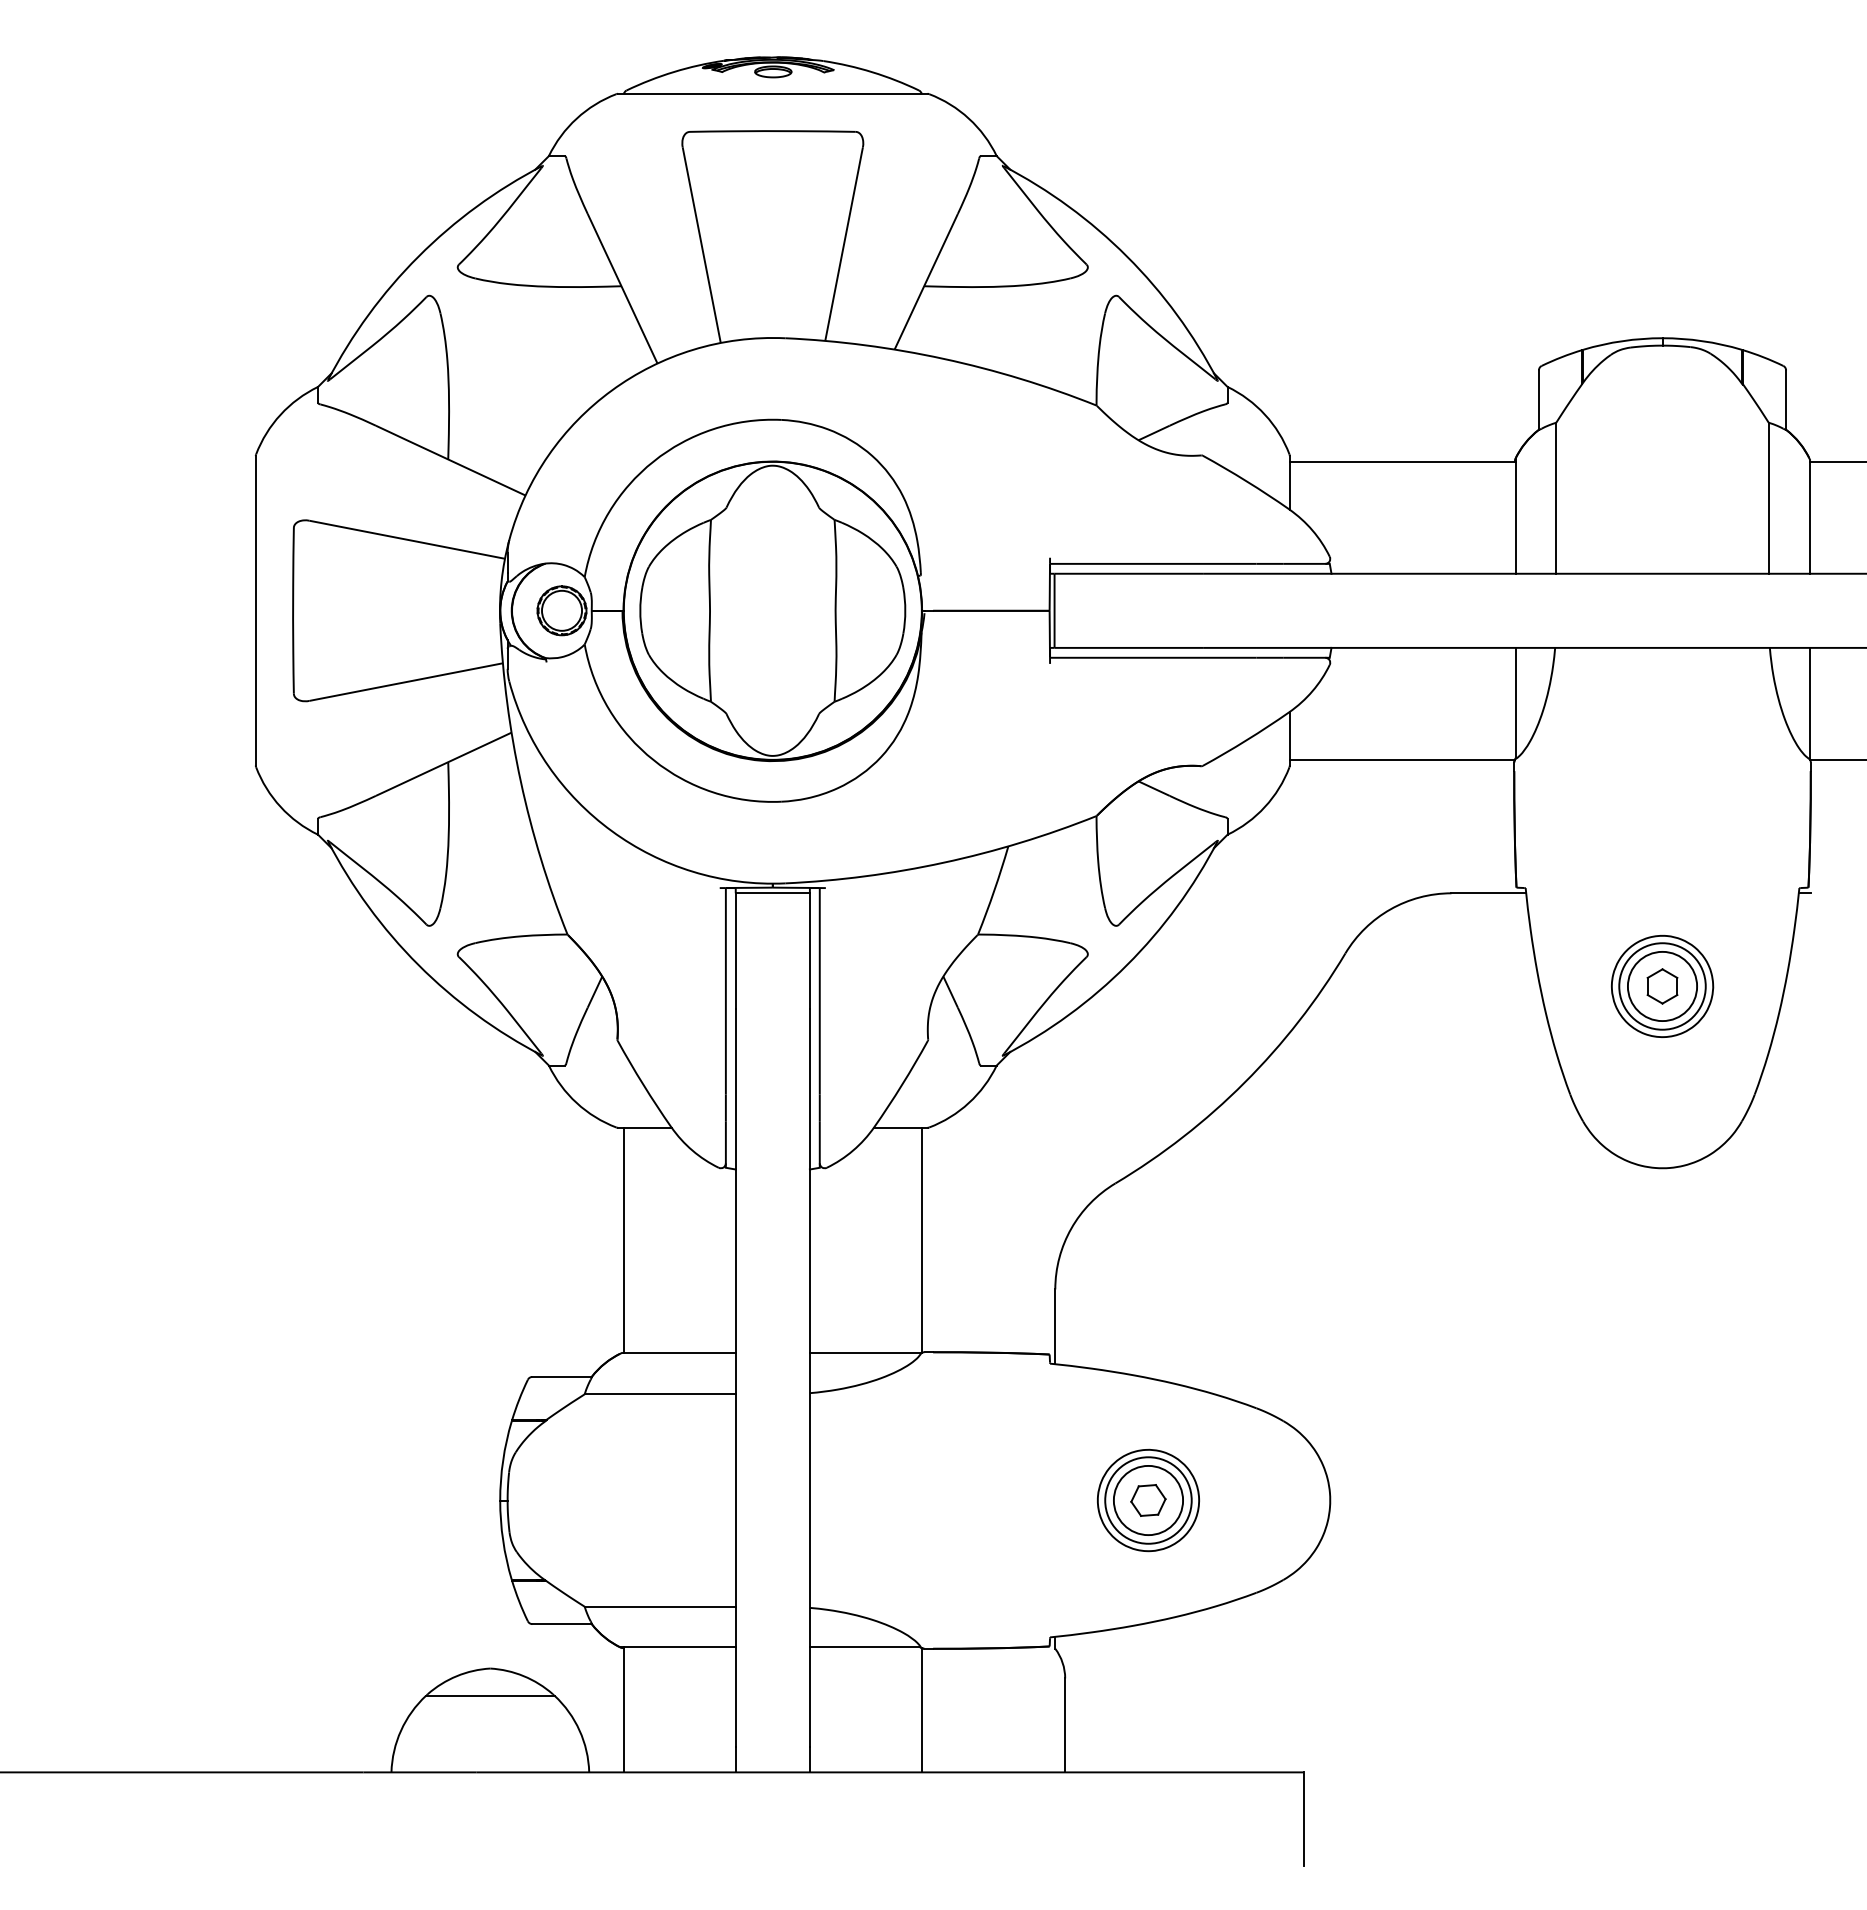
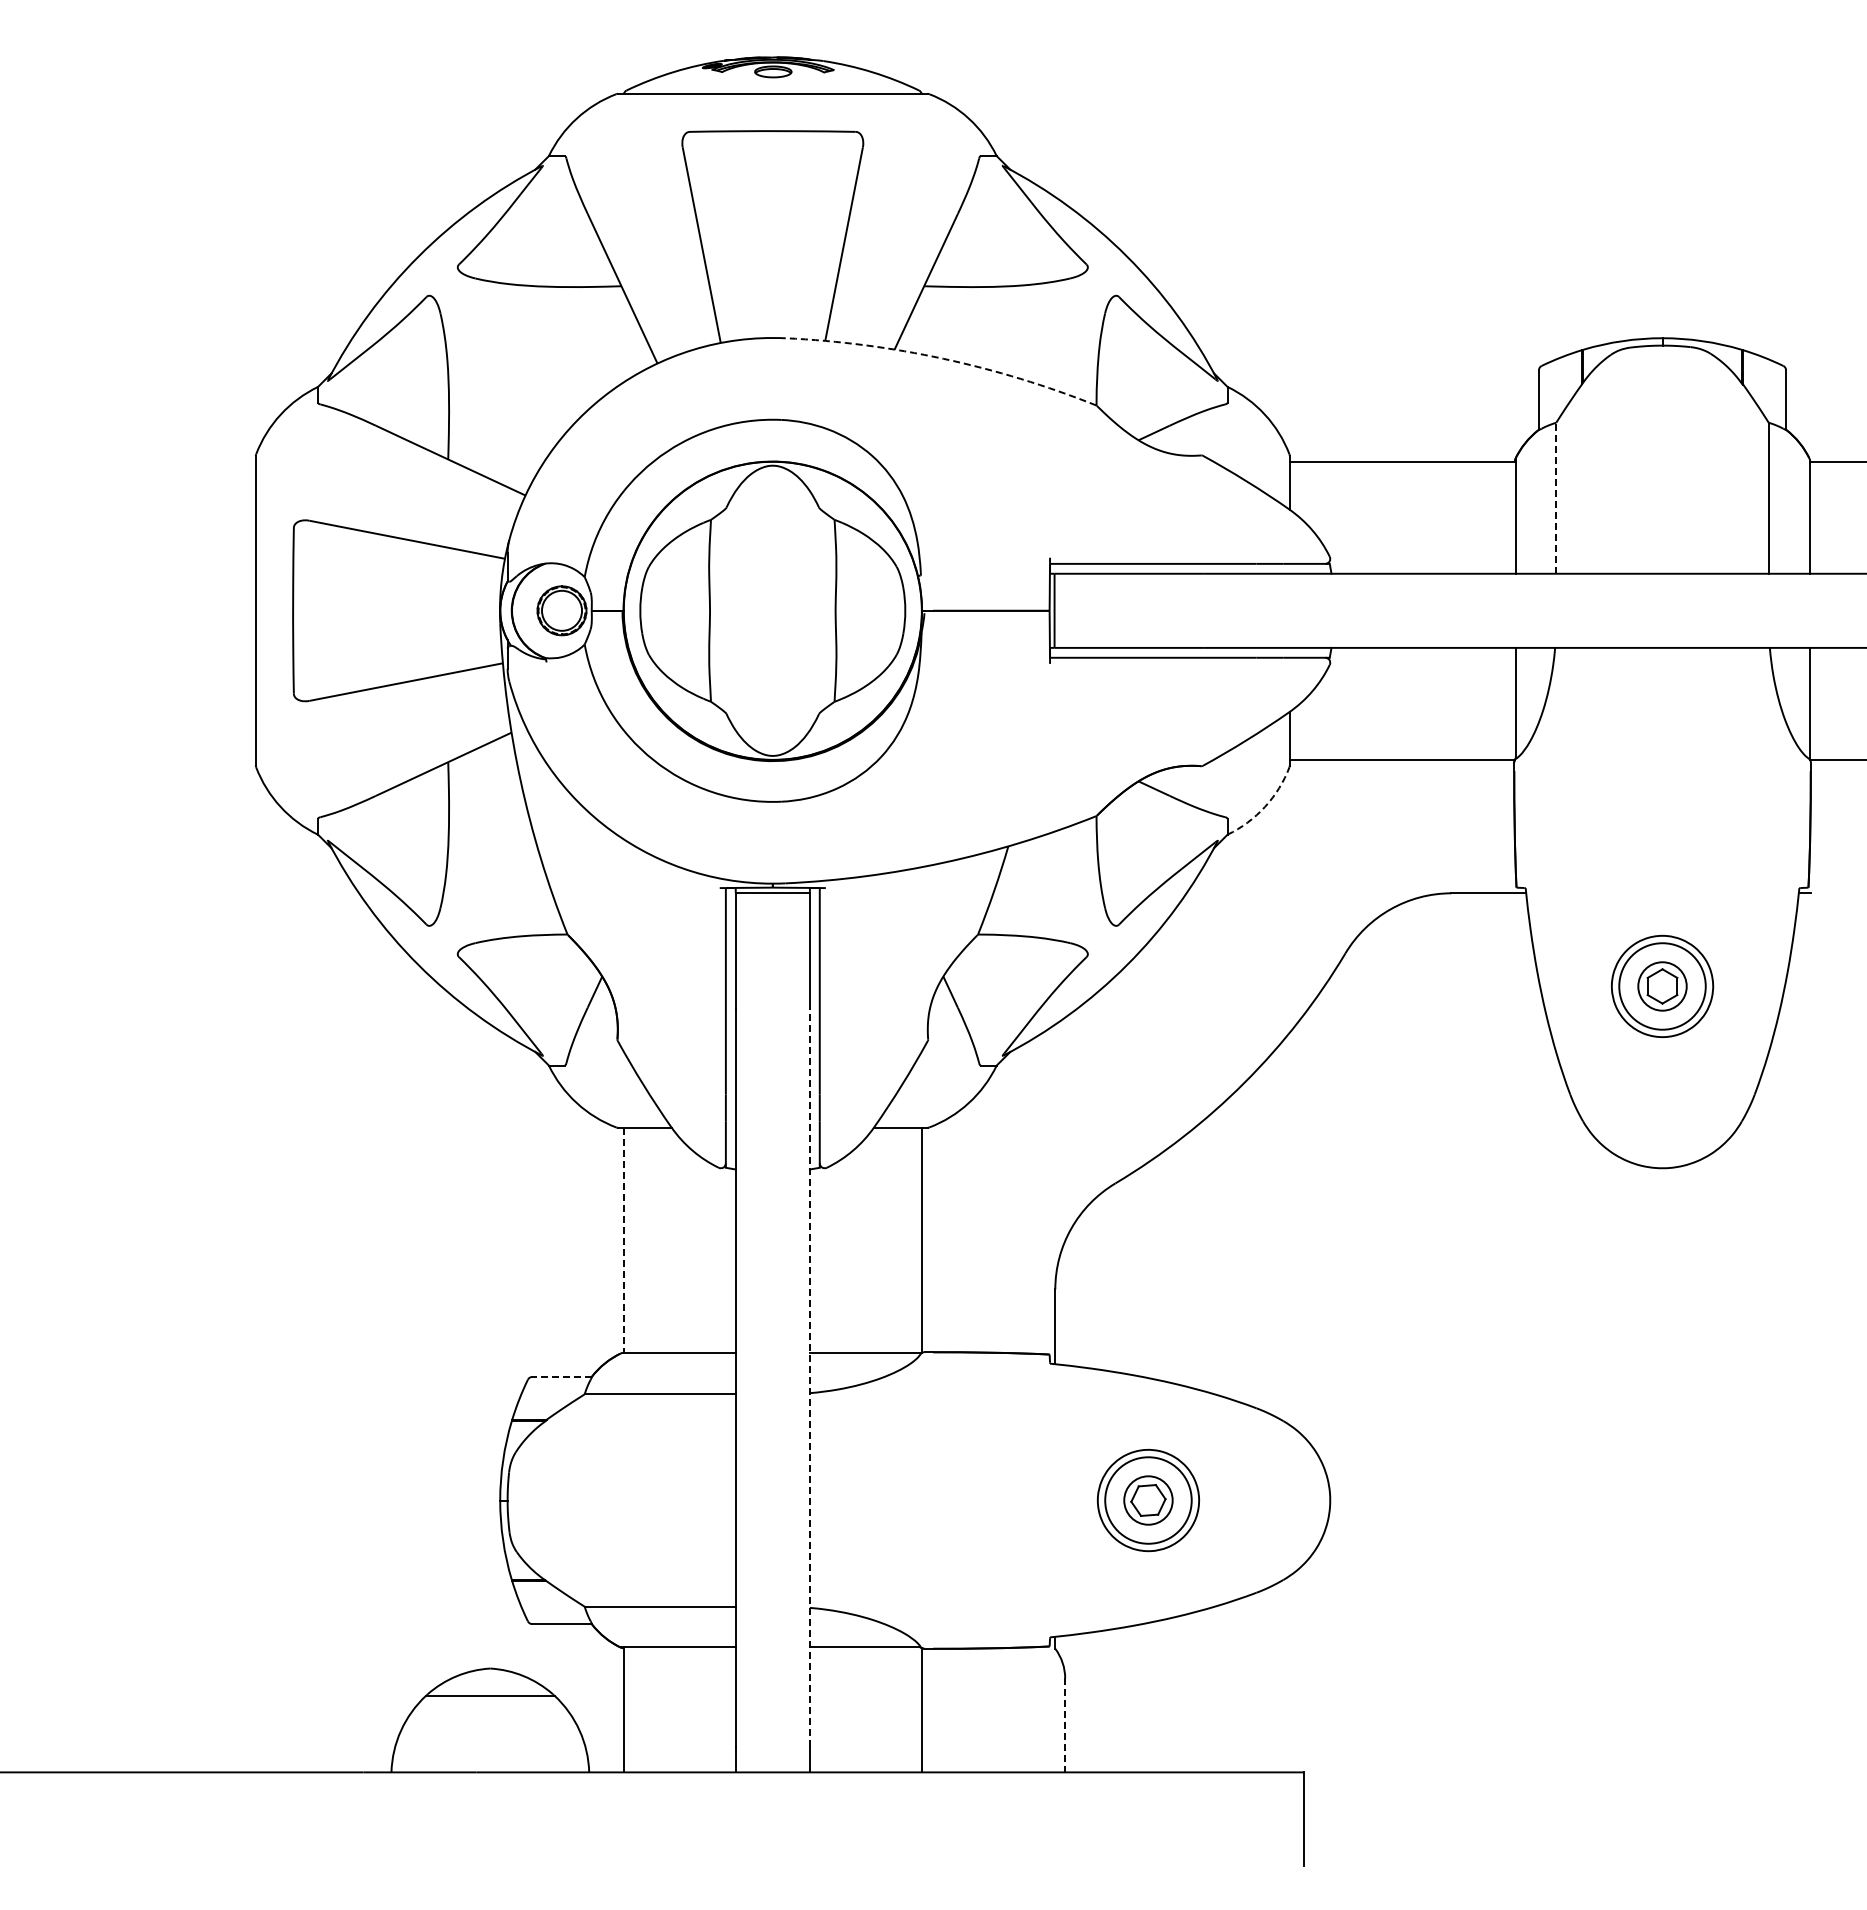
arc at (943, 358): solid -> dashed
line at (1556, 498): solid -> dashed
arc at (1265, 806): solid -> dashed
circle at (1662, 986) diameter: 69 px -> 48 px
line at (623, 1240): solid -> dashed
line at (562, 1376): solid -> dashed
line at (809, 1378): solid -> dashed
circle at (1148, 1500) diameter: 69 px -> 48 px
line at (1065, 1725): solid -> dashed
